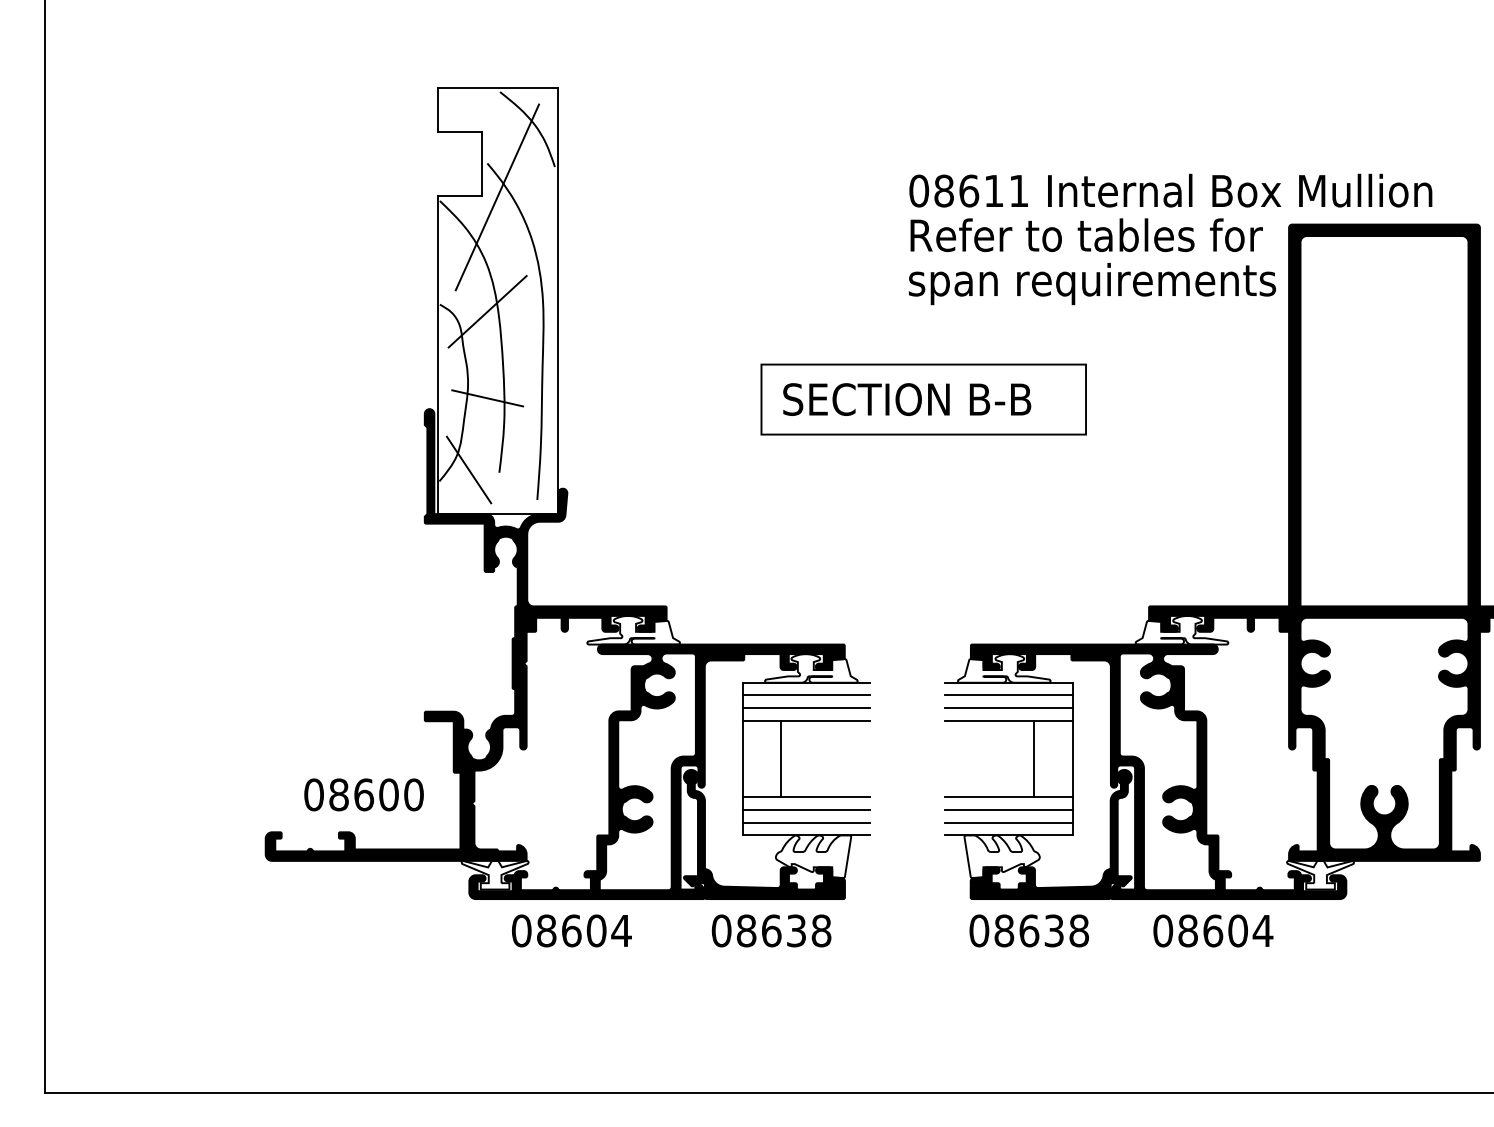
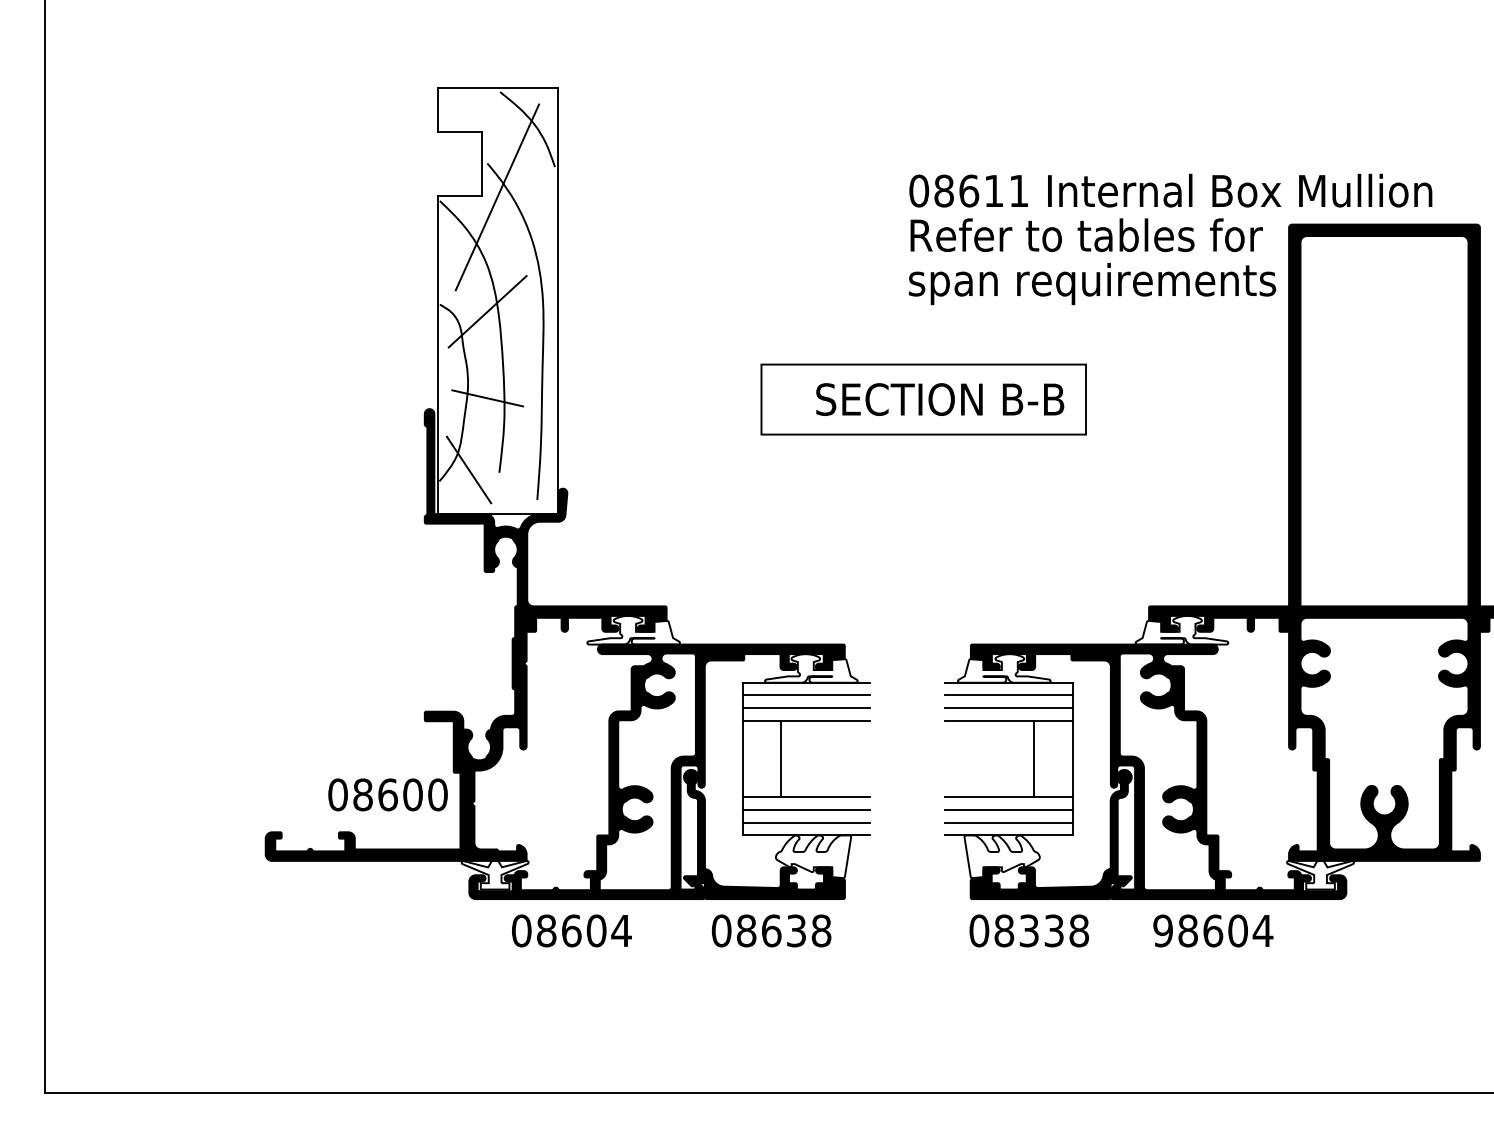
text at (907, 399) position: (907, 399) -> (940, 399)
text at (363, 794) position: (363, 794) -> (387, 794)
text at (1029, 930): 08638 -> 08338
text at (1163, 930): 08604 -> 98604
